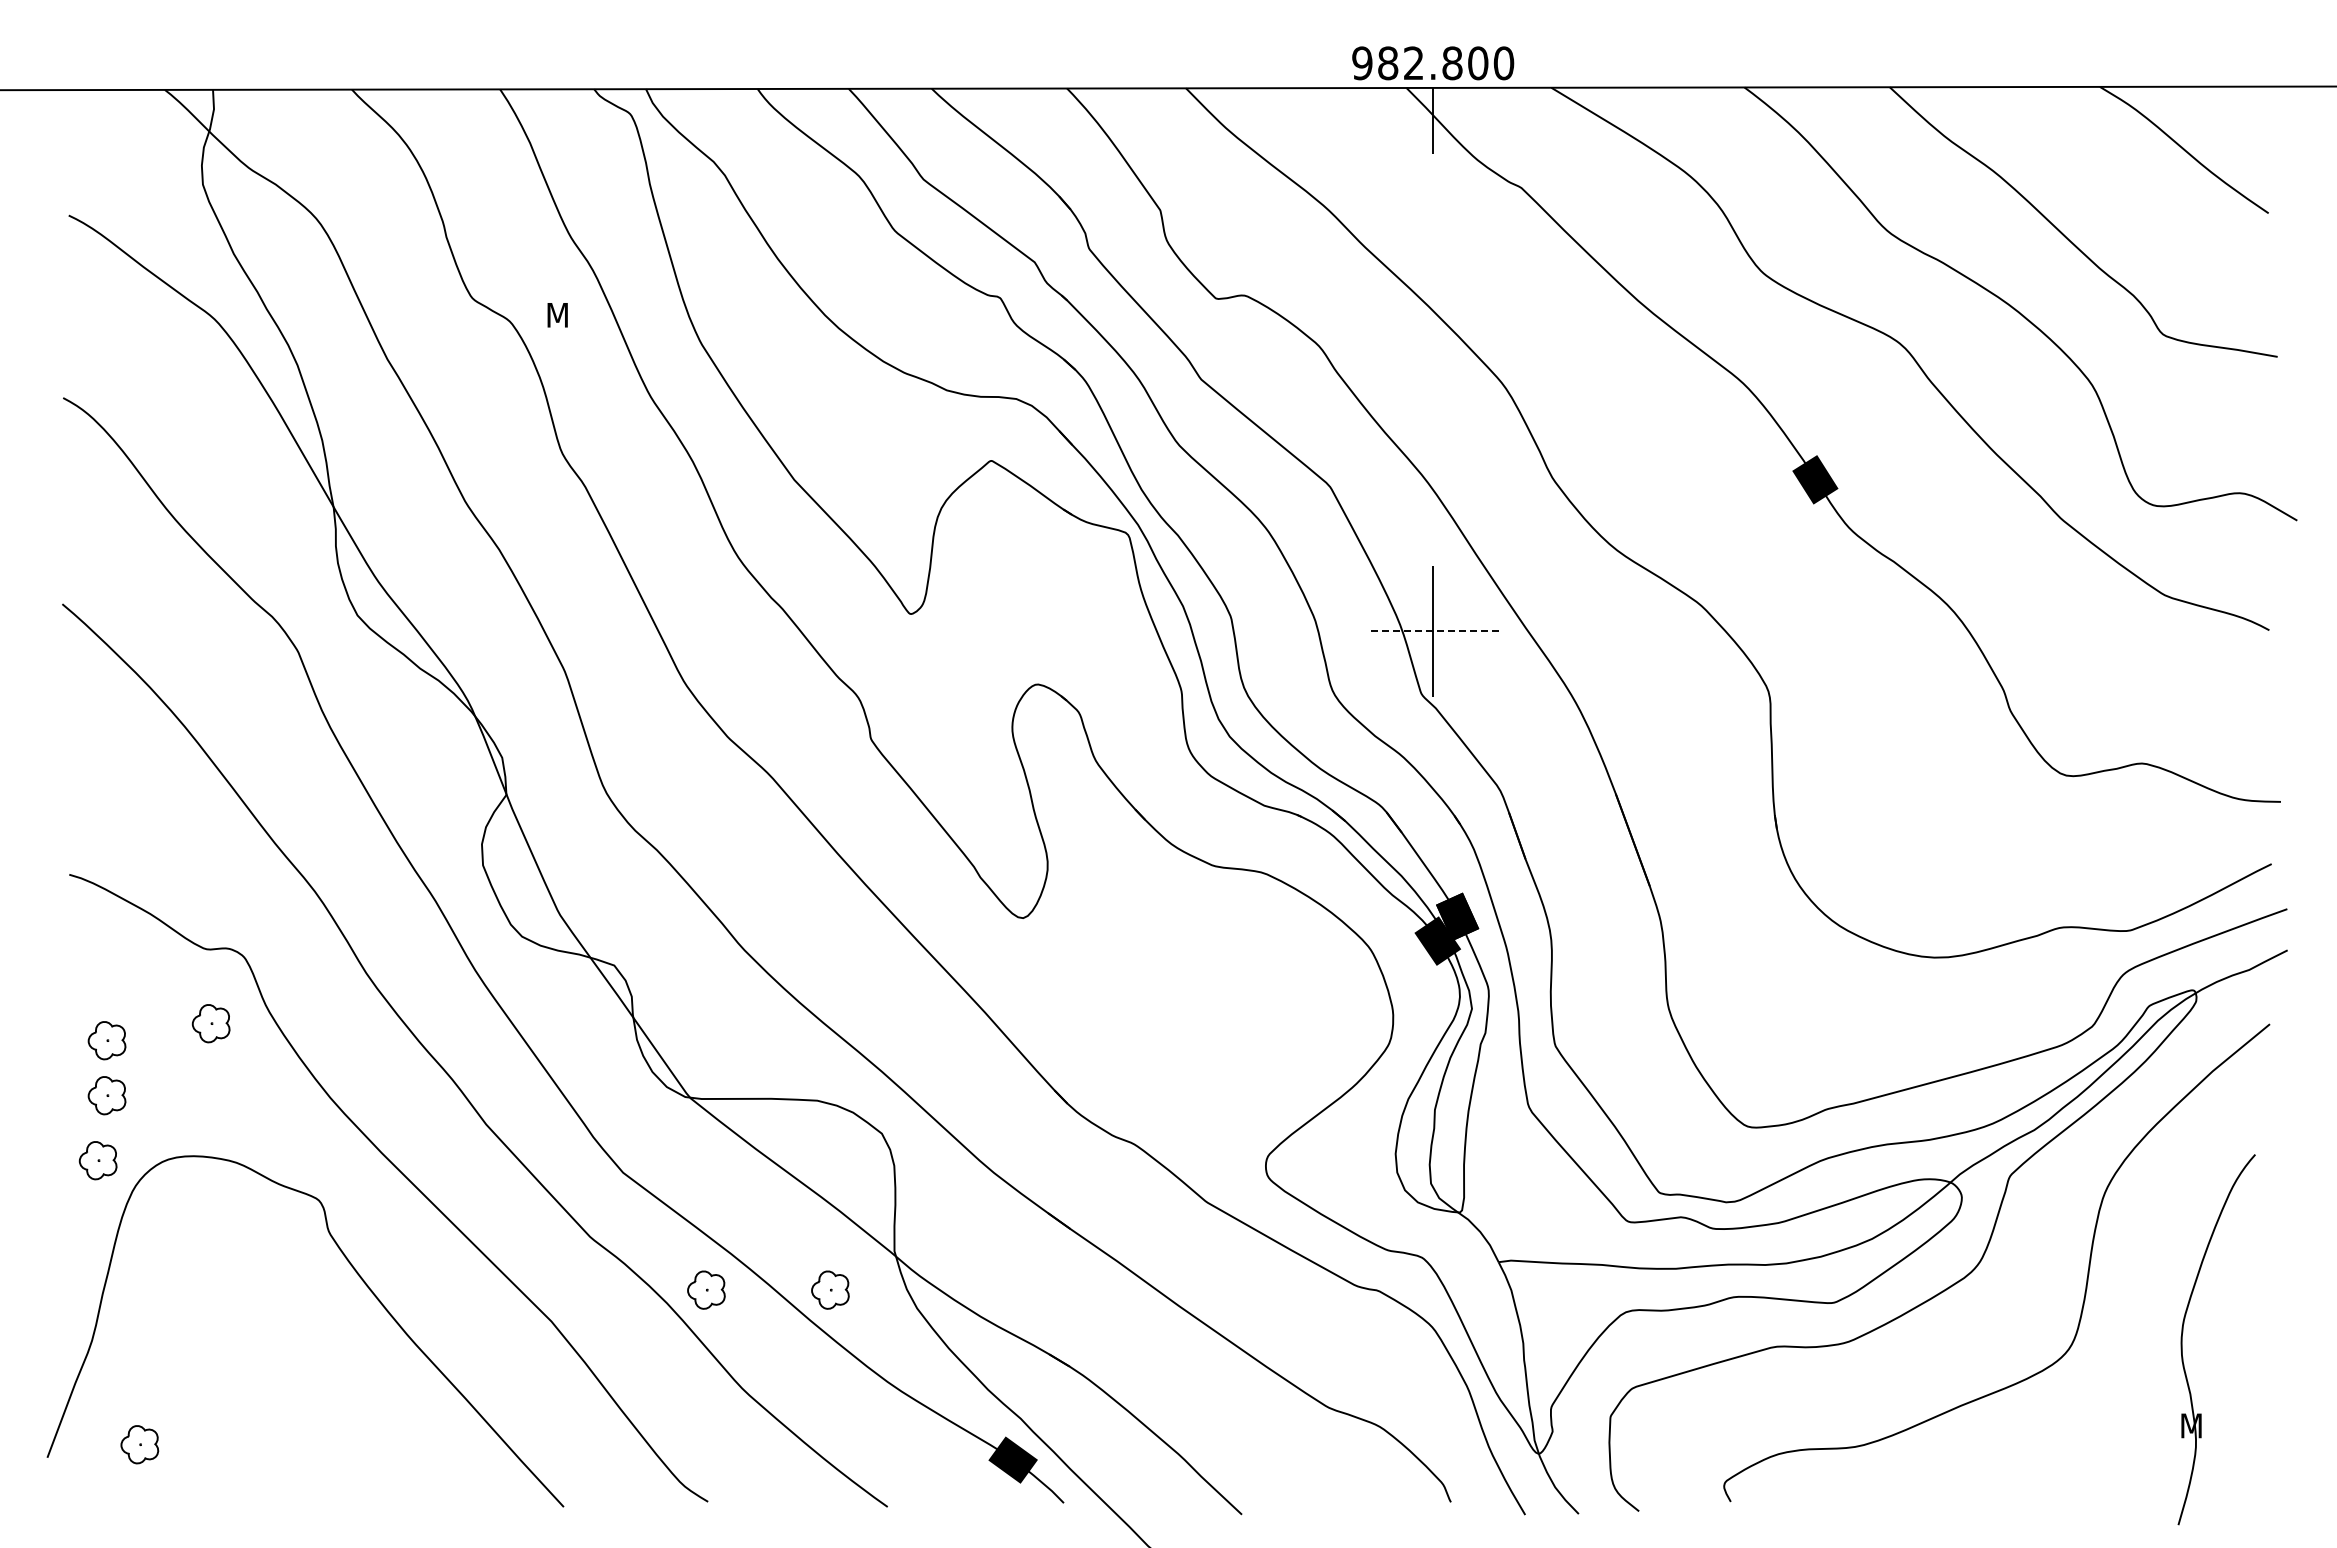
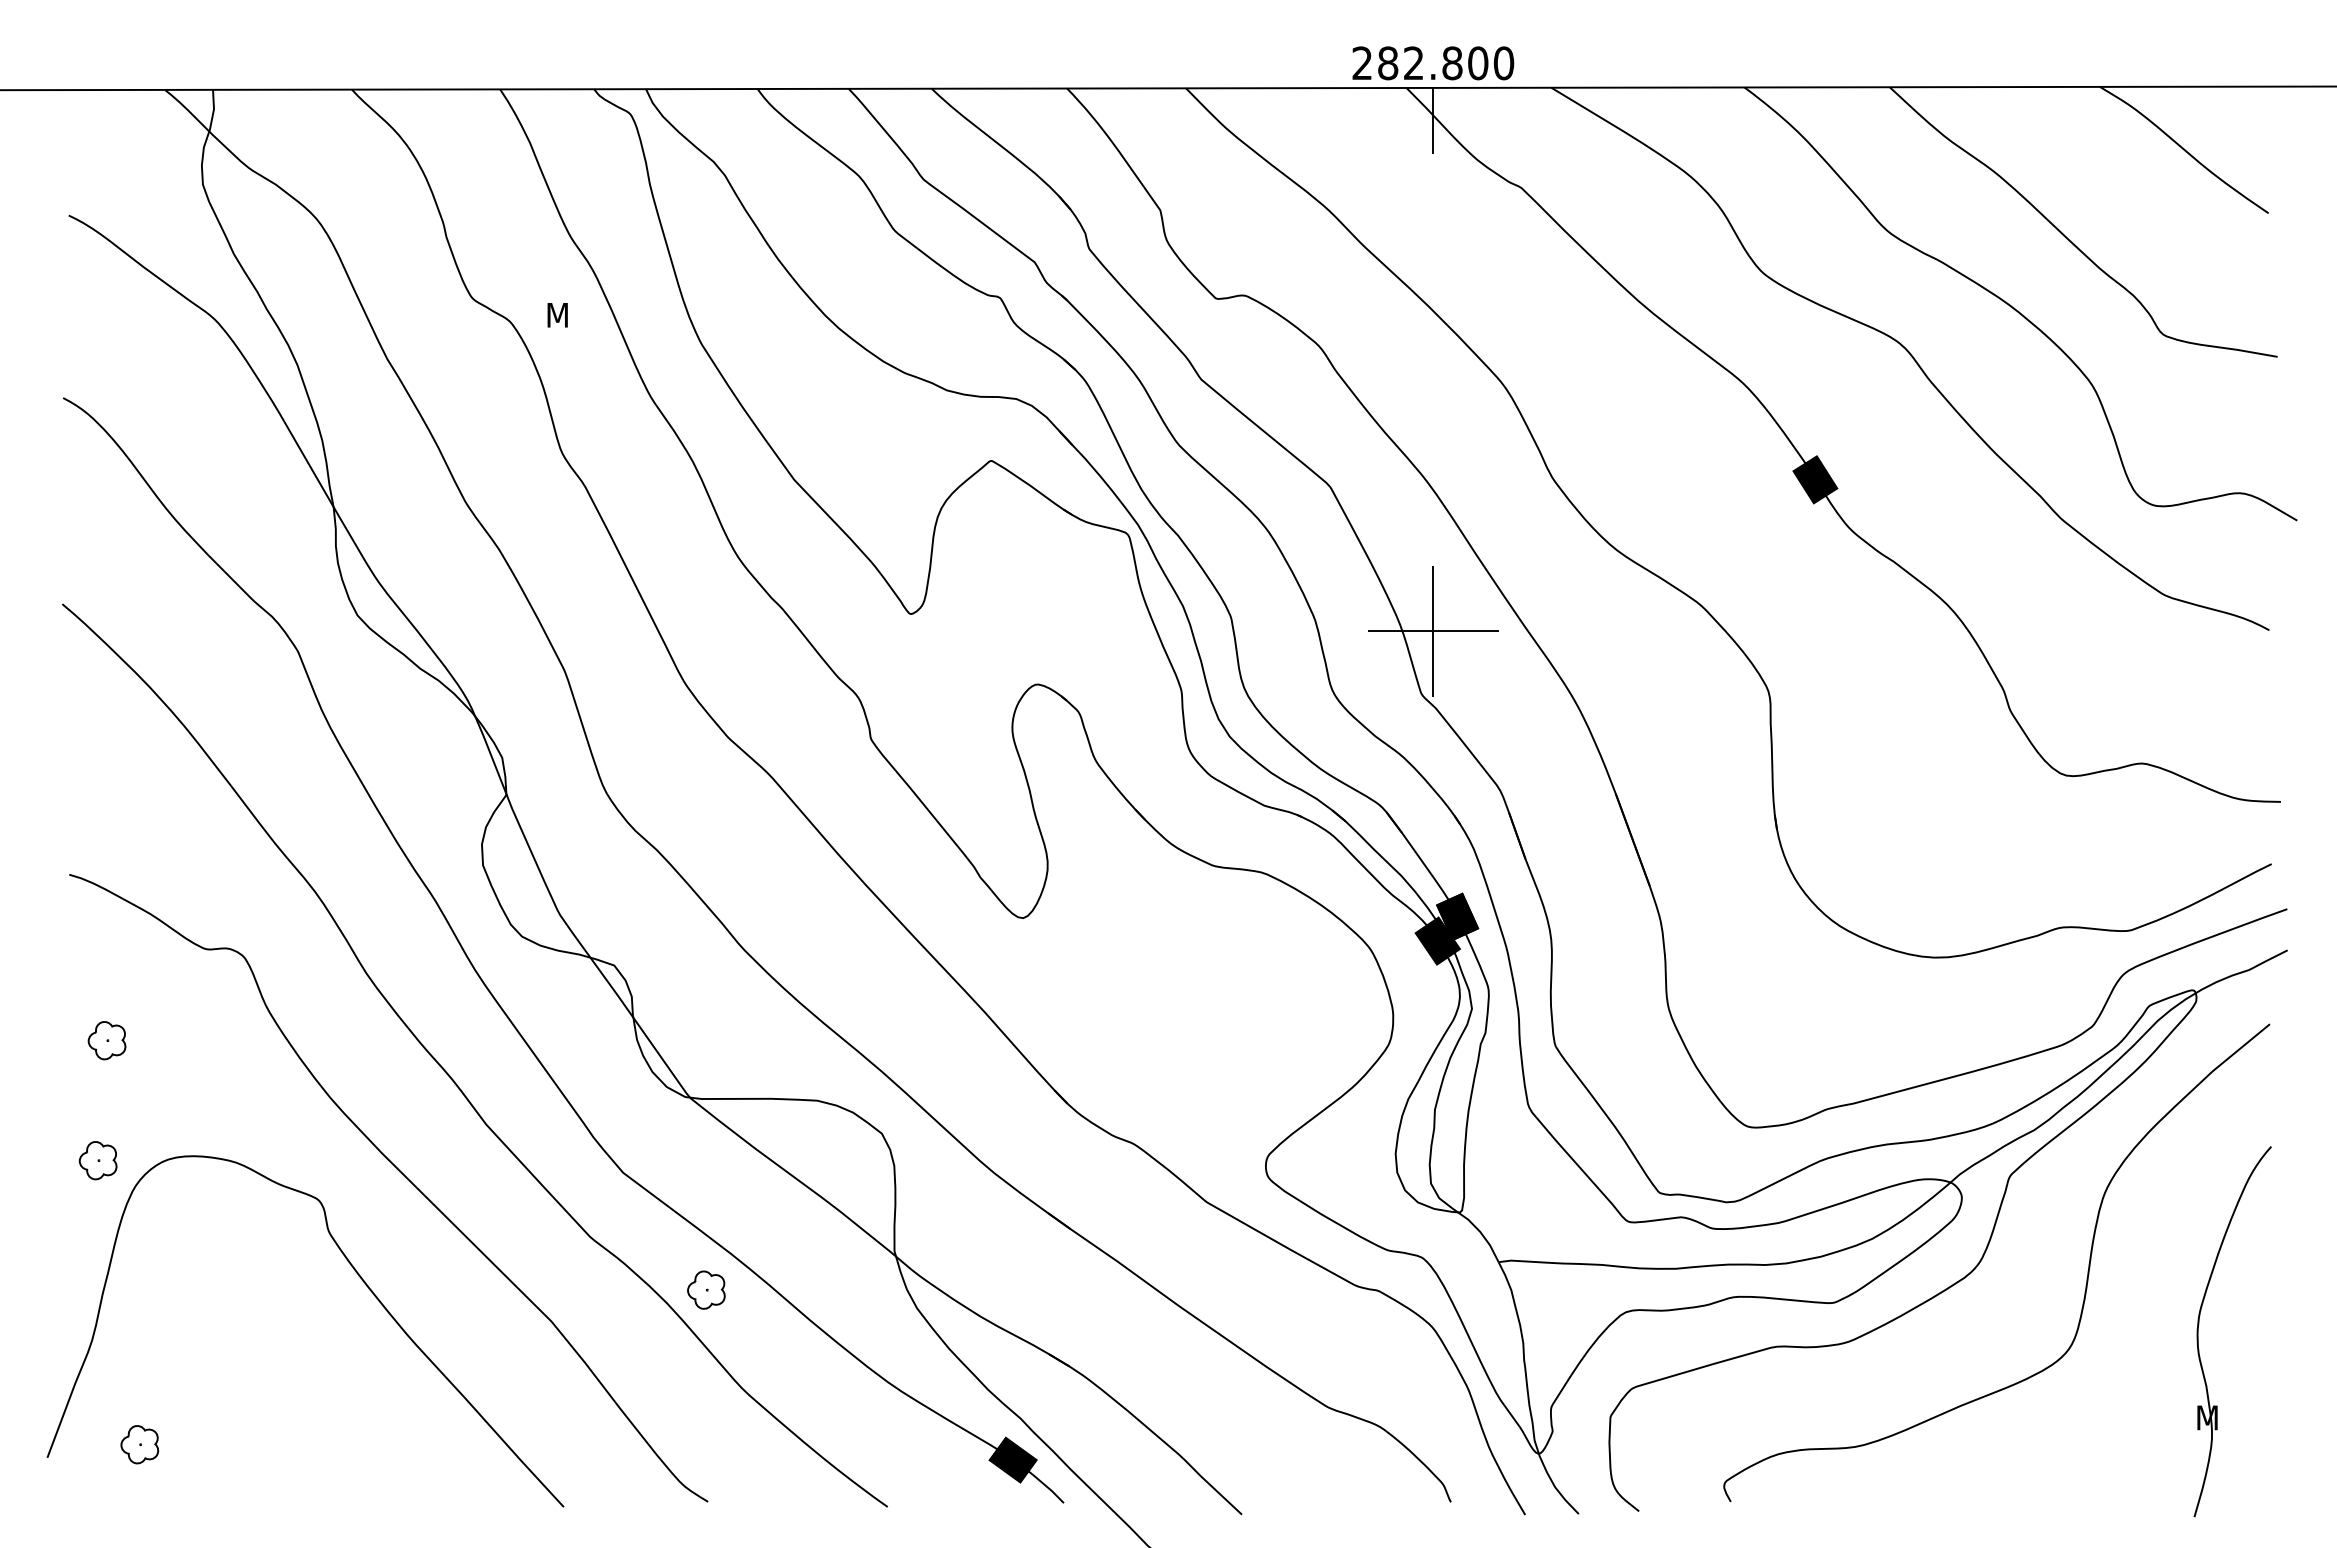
text at (1362, 63): 982.800 -> 282.800
line at (1433, 631): dashed -> solid
part at (210, 1023): present -> none
part at (106, 1095): present -> none
part at (830, 1289): present -> none
part at (2183, 1332) position: (2183, 1332) -> (2199, 1324)
